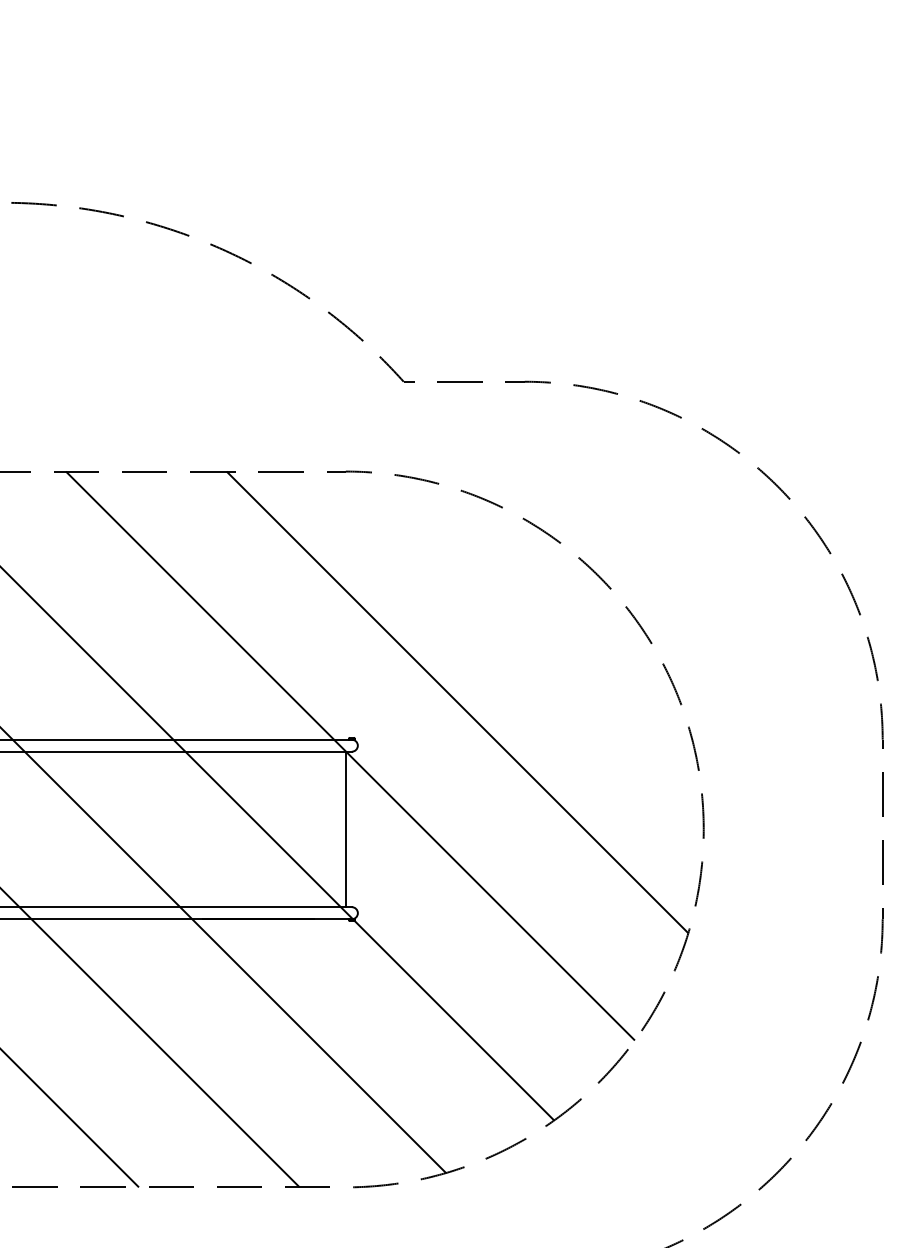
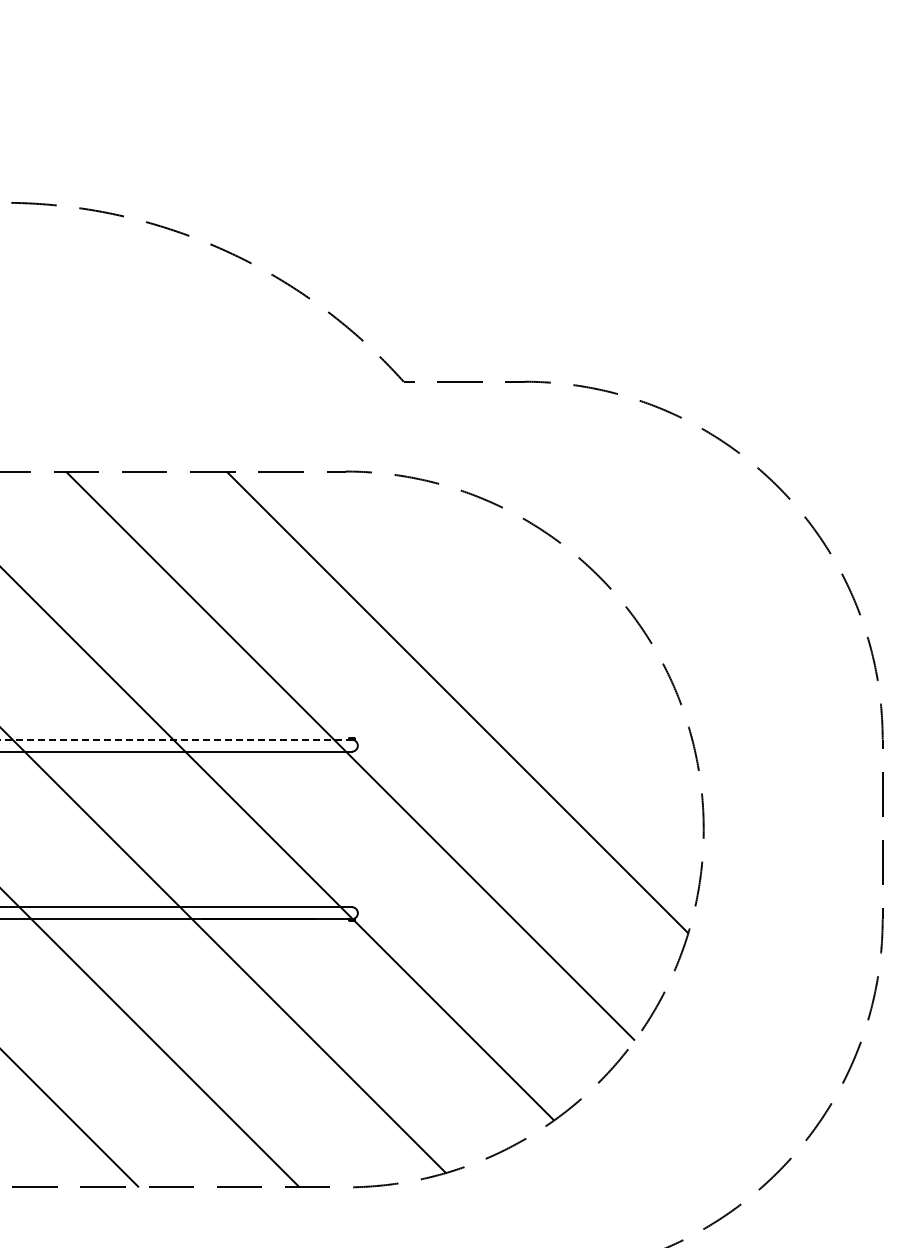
line at (178, 739): solid -> dashed
line at (345, 829): present -> none
